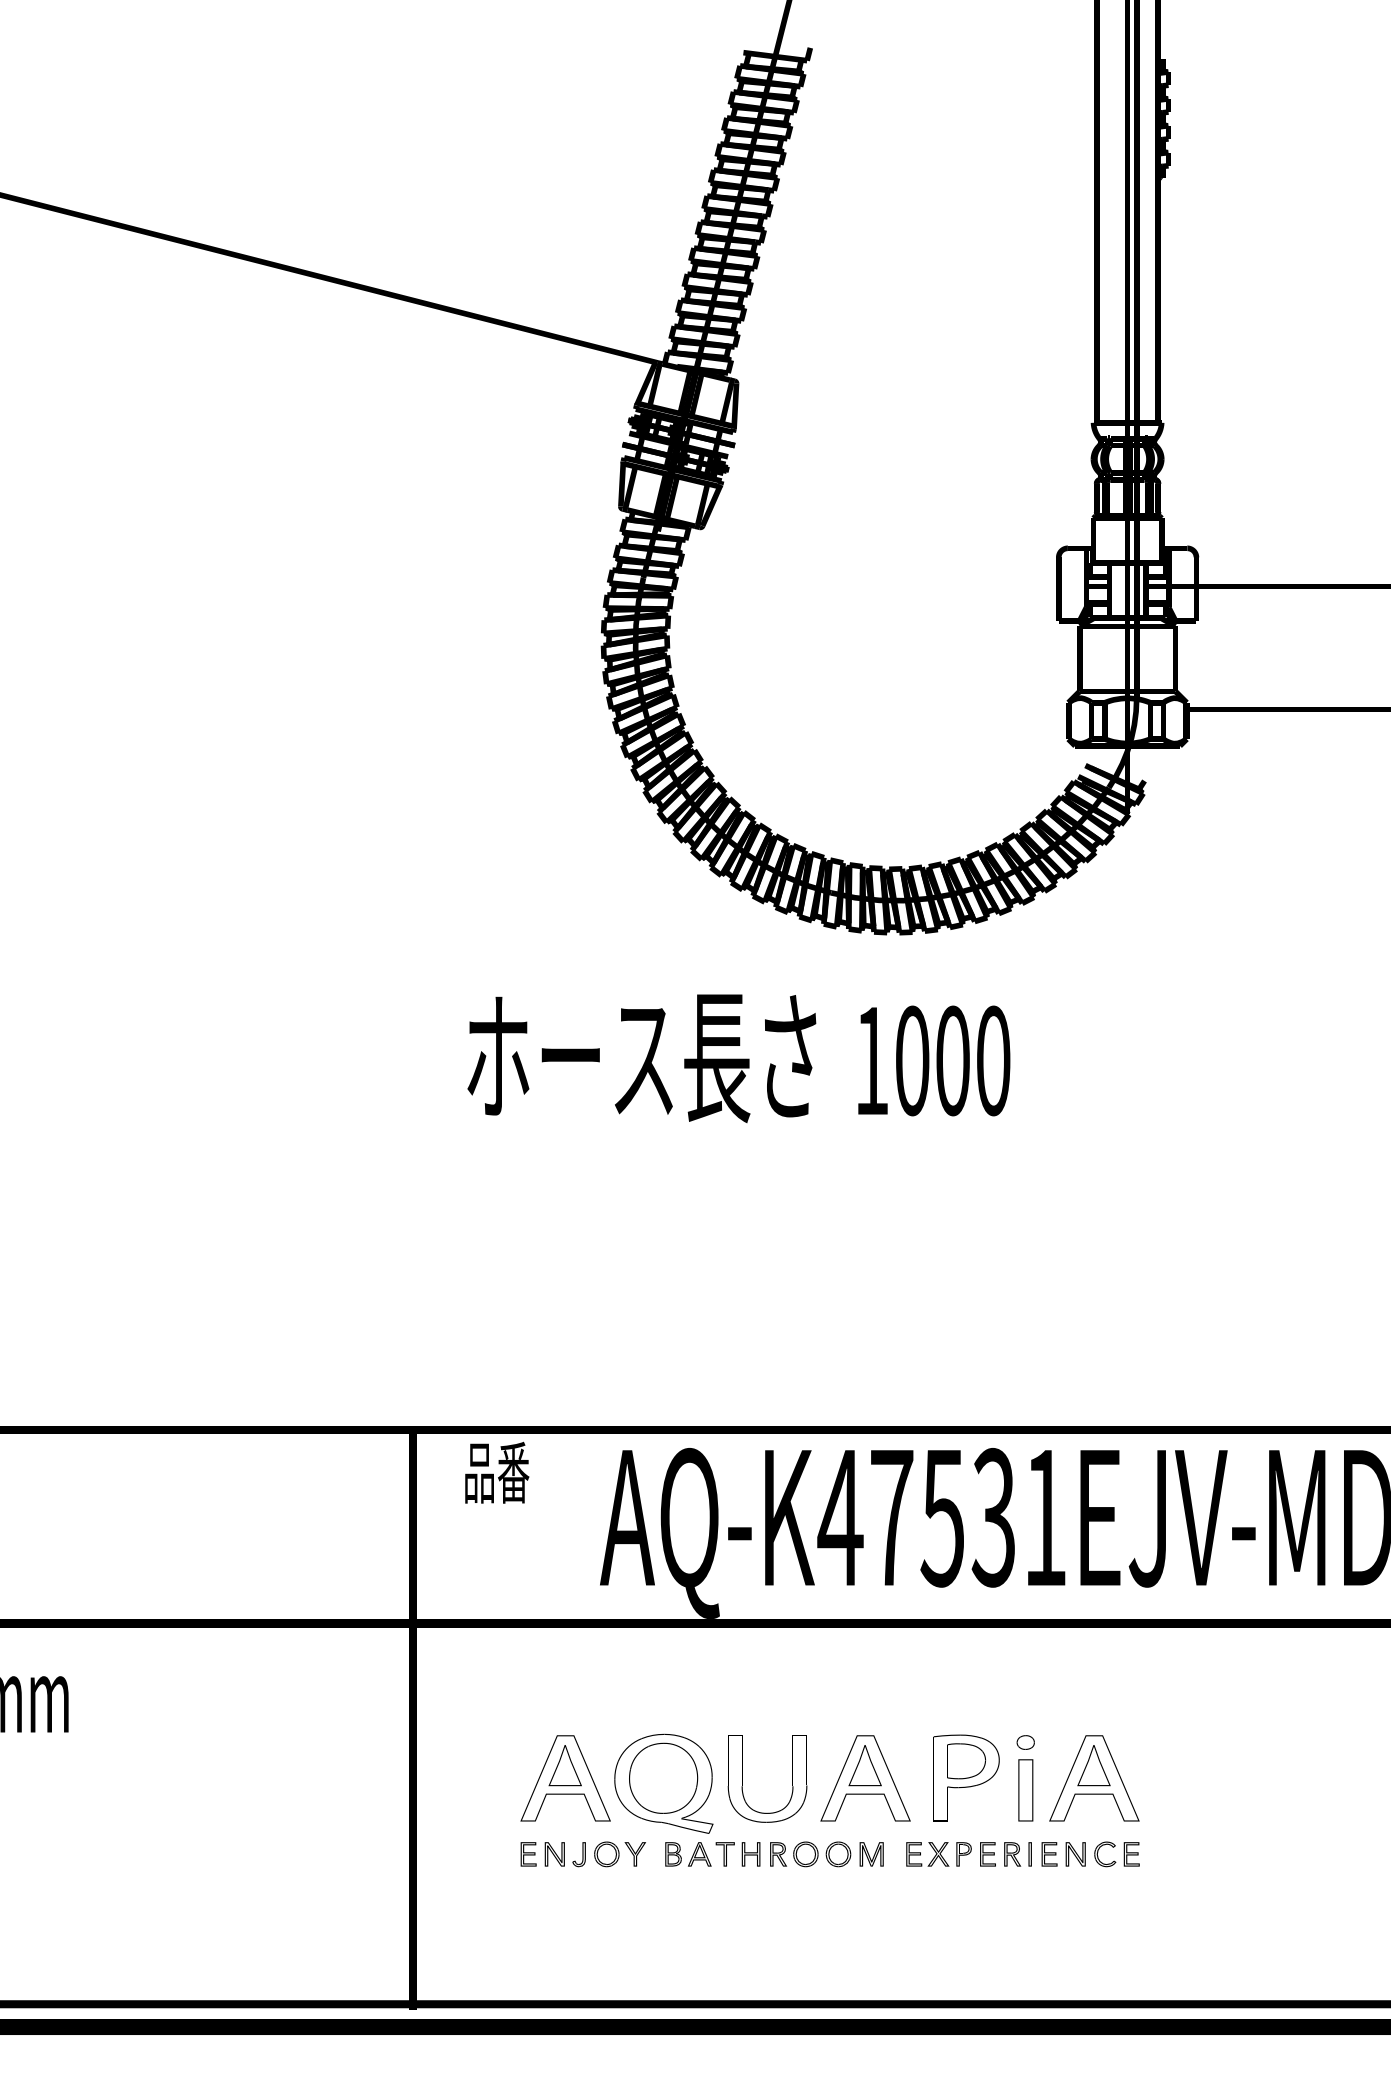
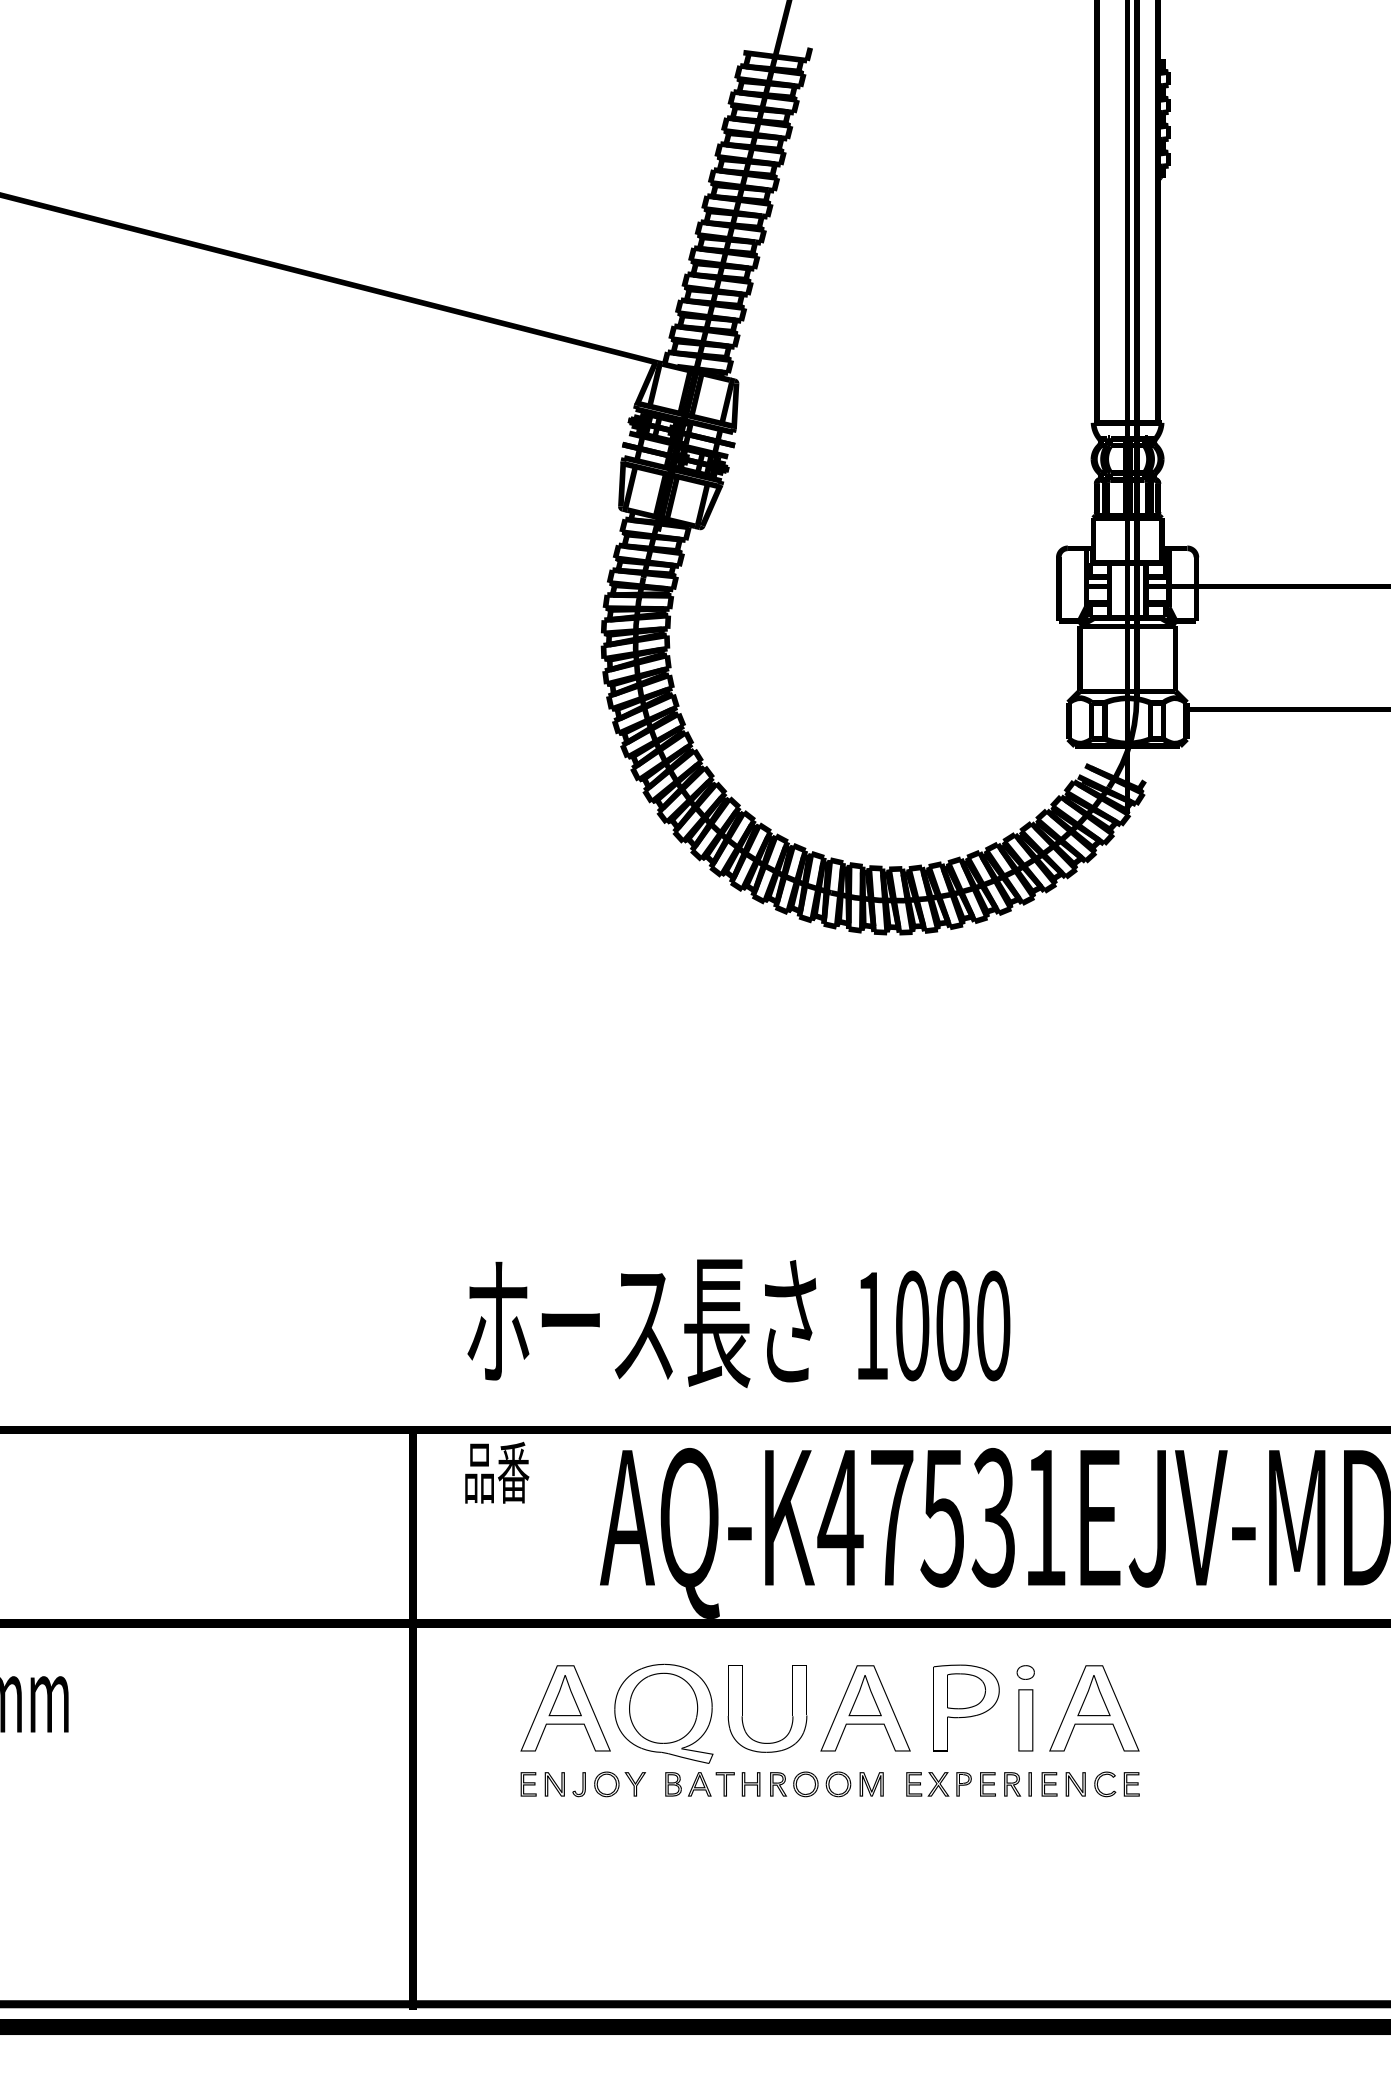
text at (738, 1058) position: (738, 1058) -> (738, 1323)
part at (829, 1800) position: (829, 1800) -> (829, 1730)
